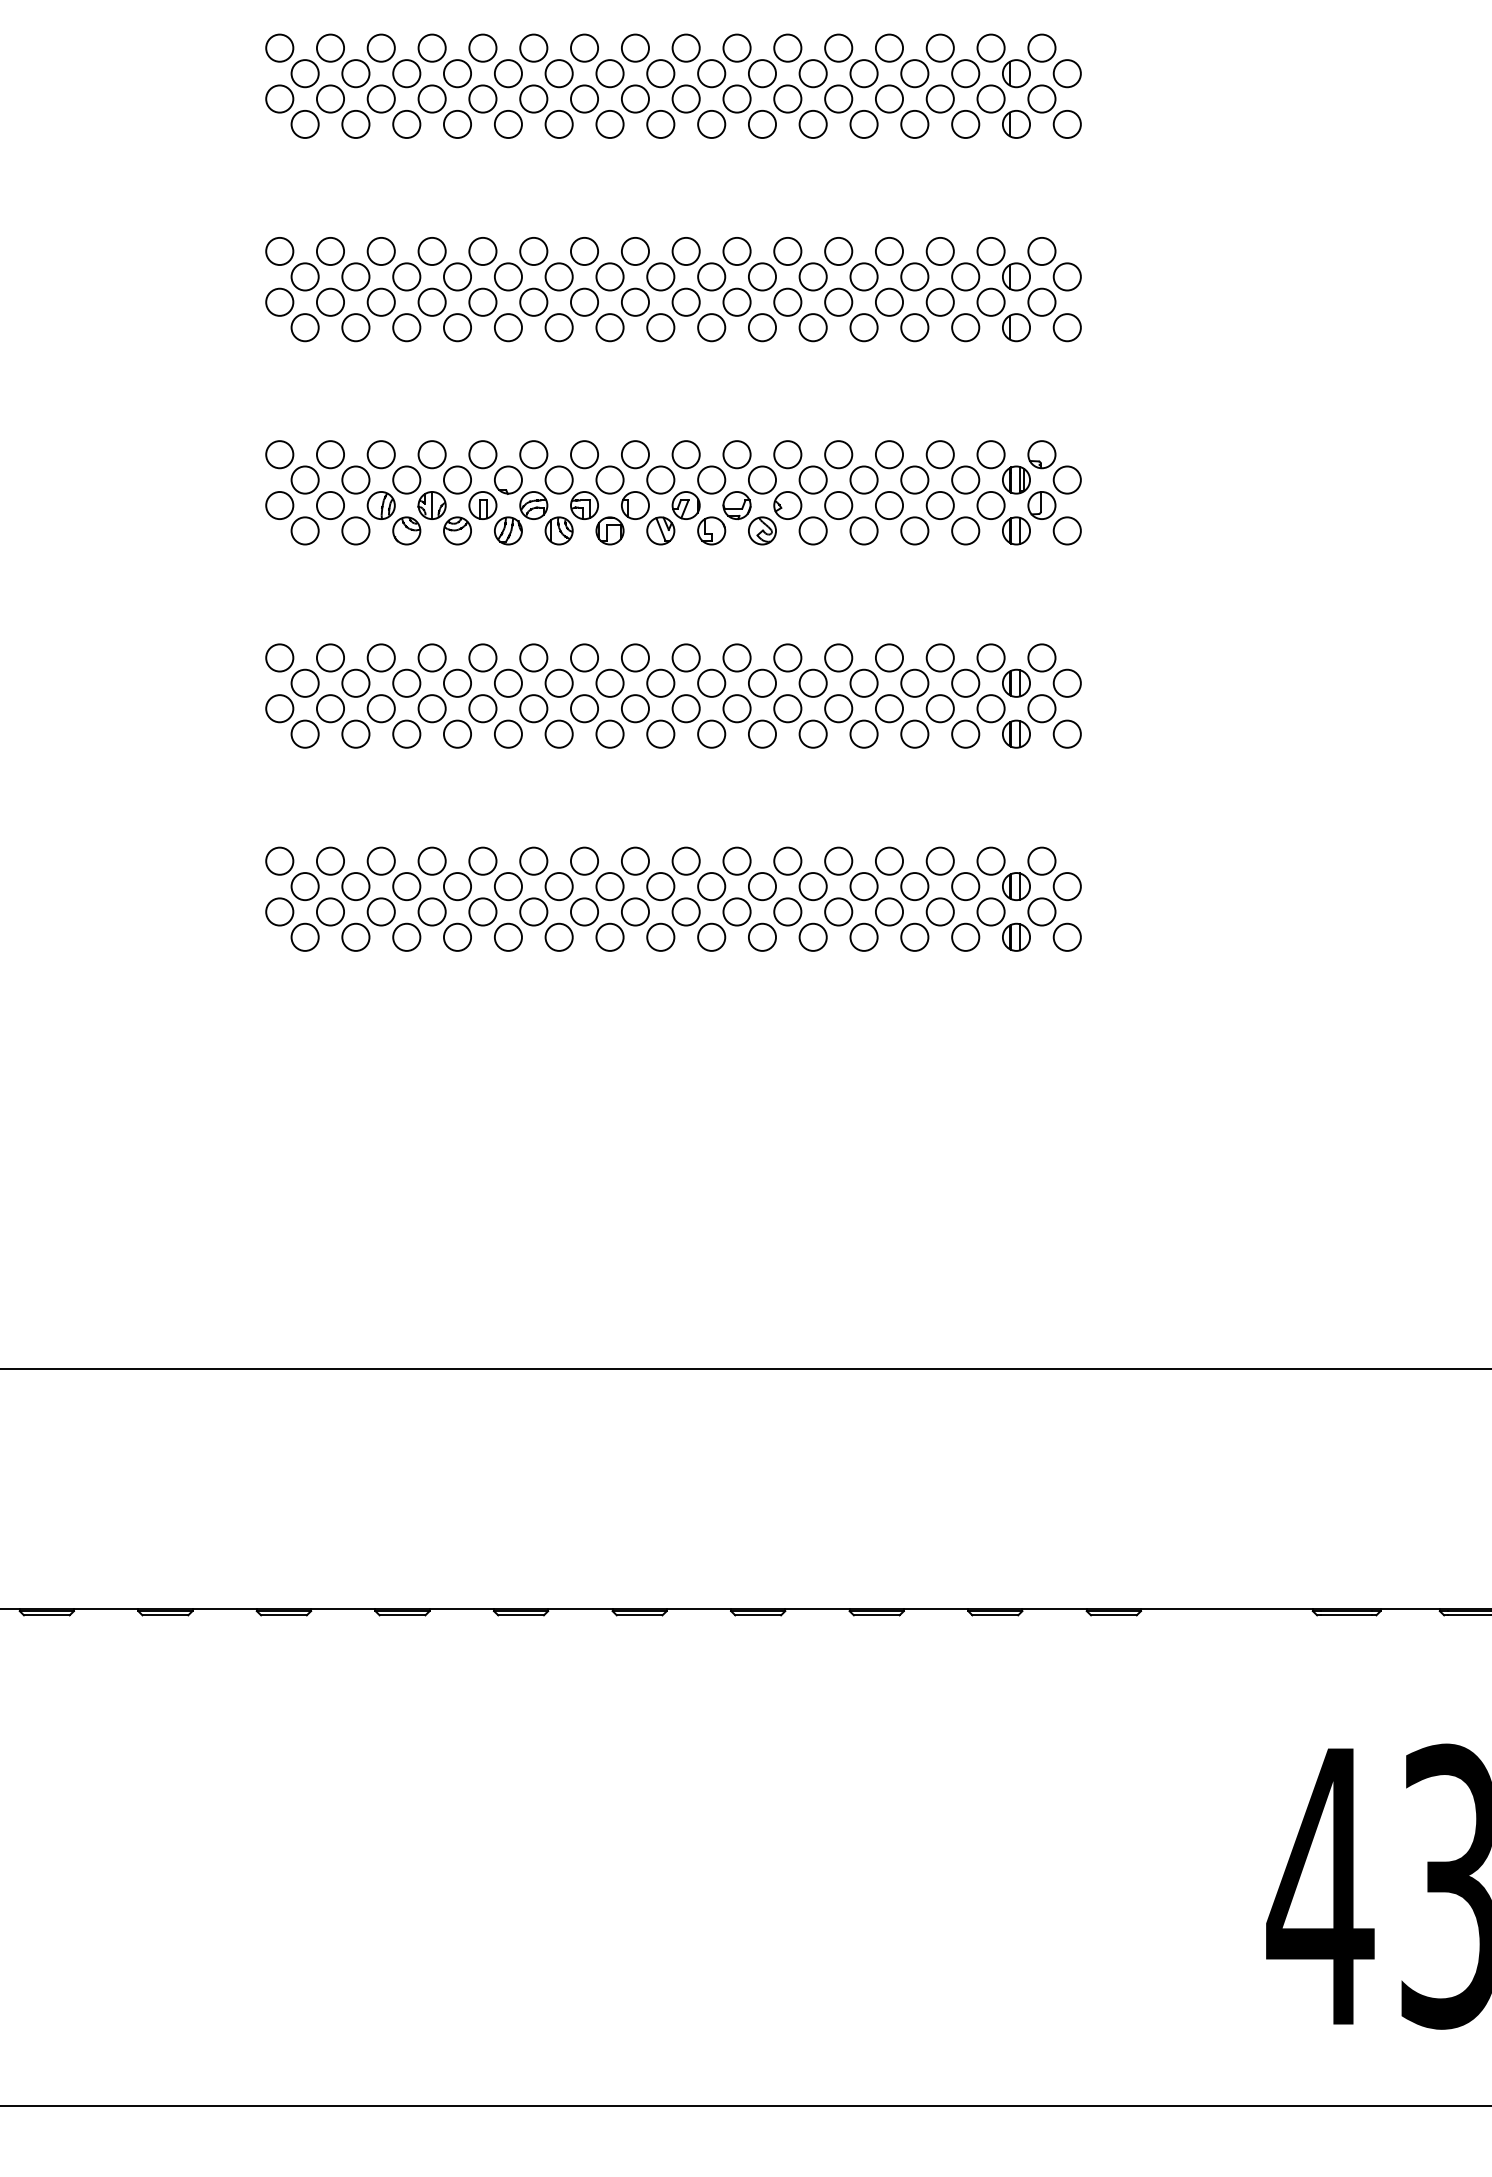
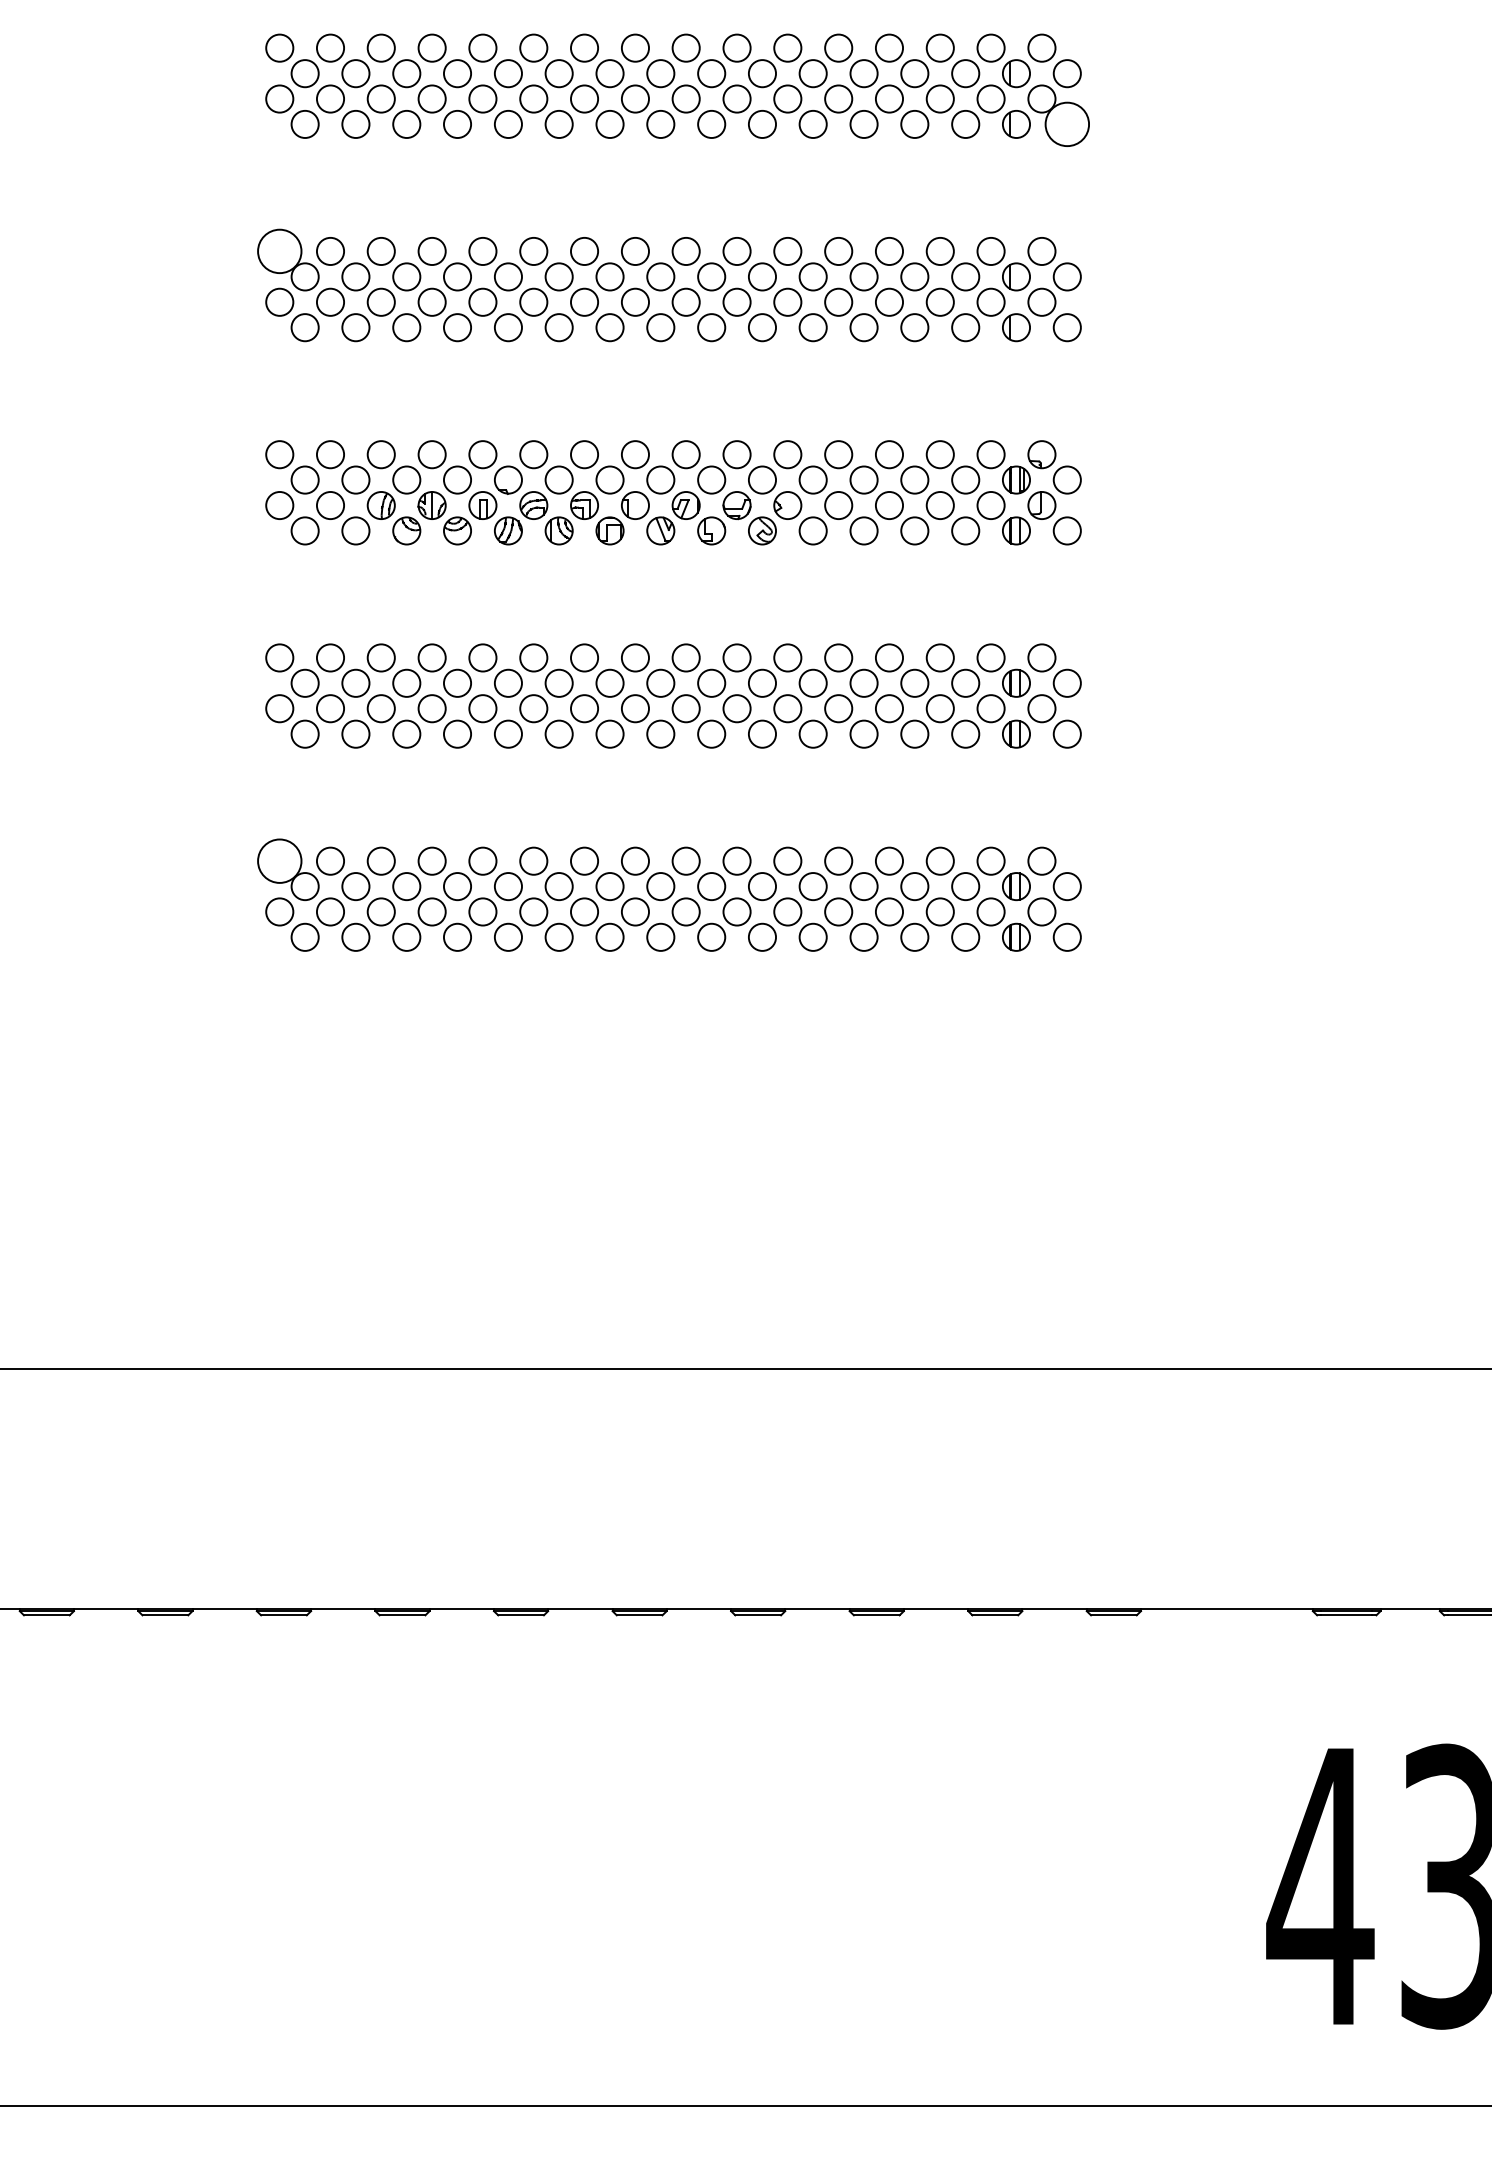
circle at (1066, 124) diameter: 27 px -> 43 px
circle at (279, 251) diameter: 27 px -> 43 px
circle at (279, 860) diameter: 27 px -> 43 px
